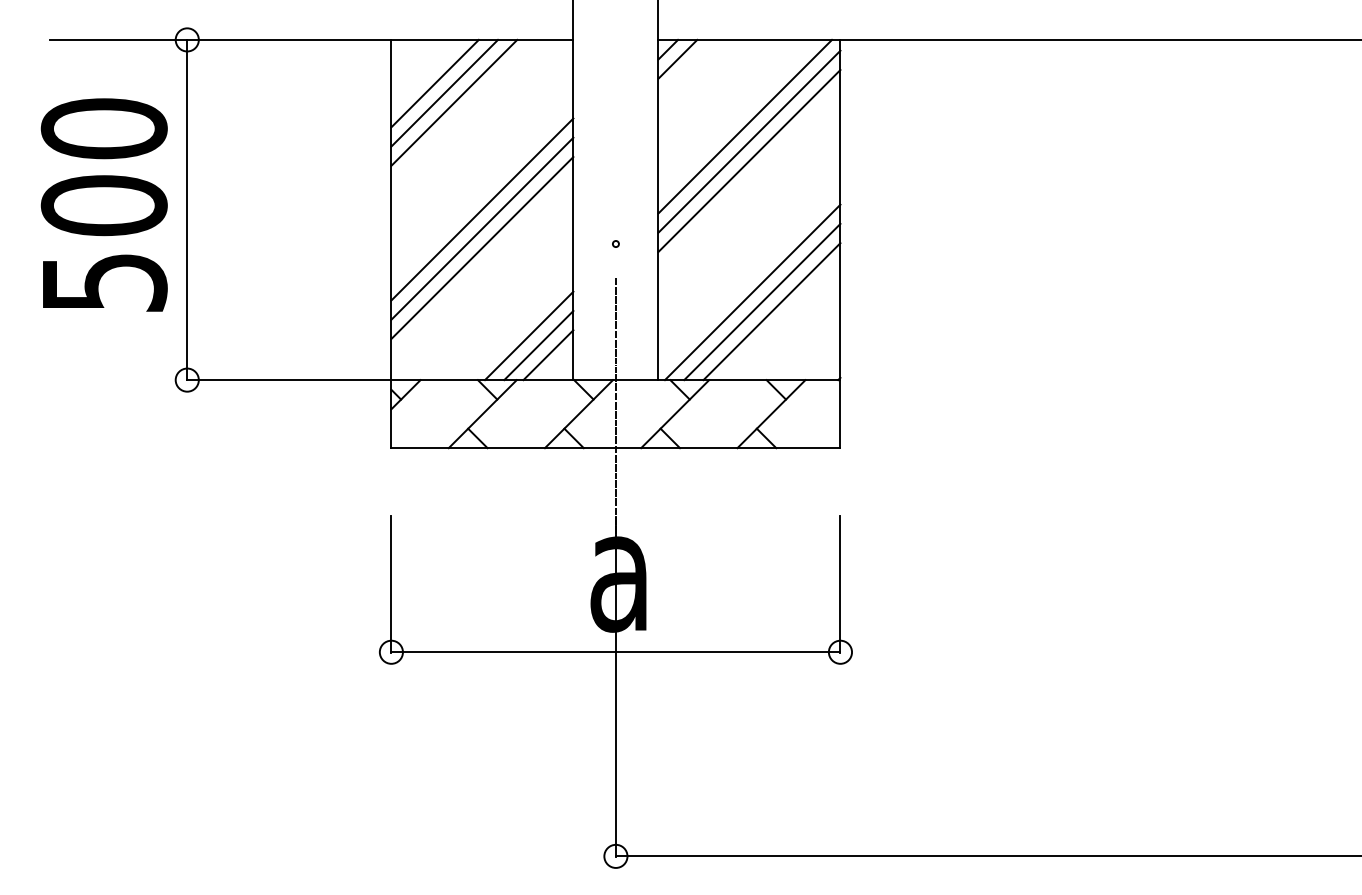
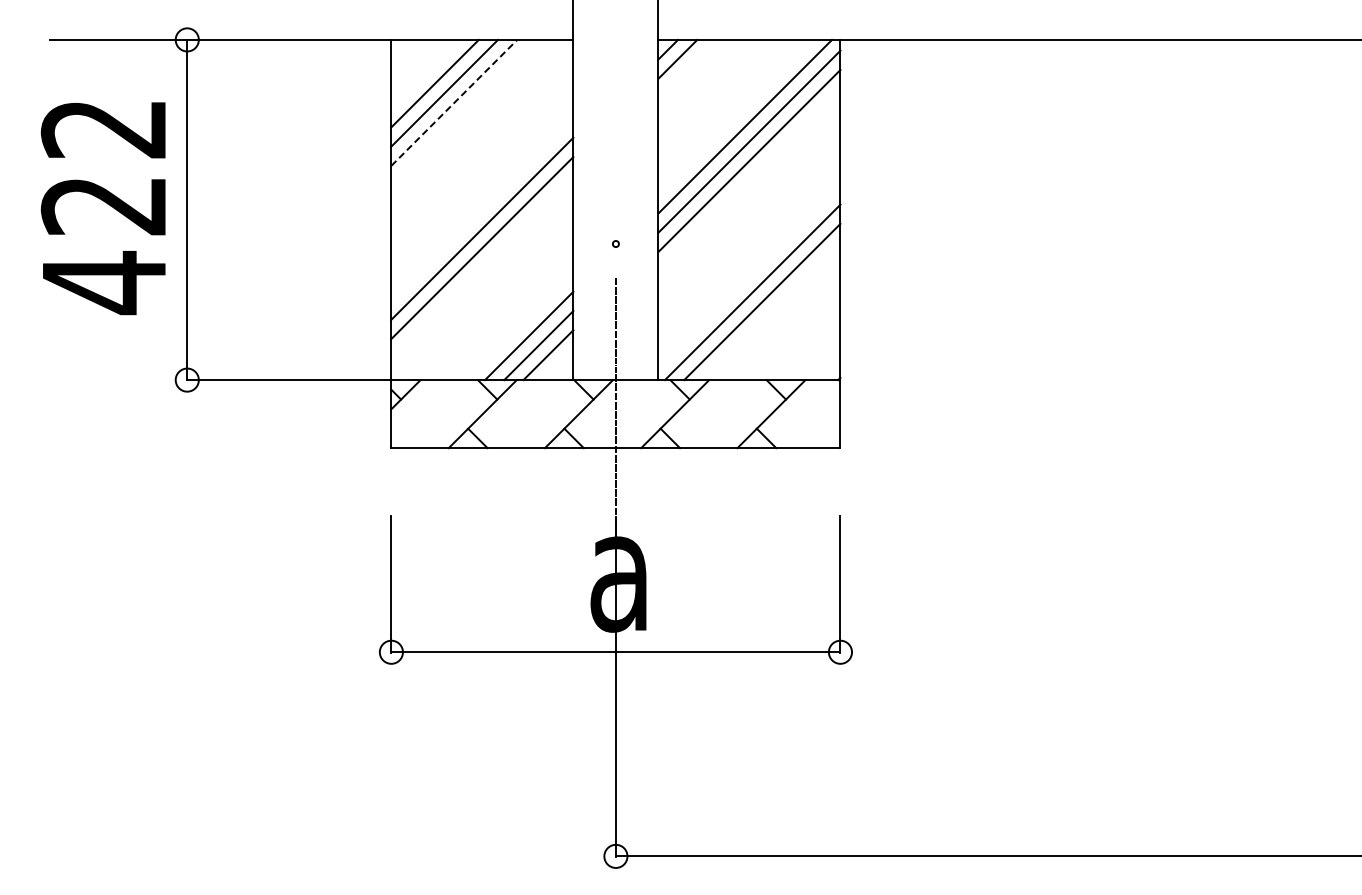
line at (454, 102): solid -> dashed
text at (103, 206): 500 -> 422
line at (482, 209): present -> none
line at (771, 311): present -> none
